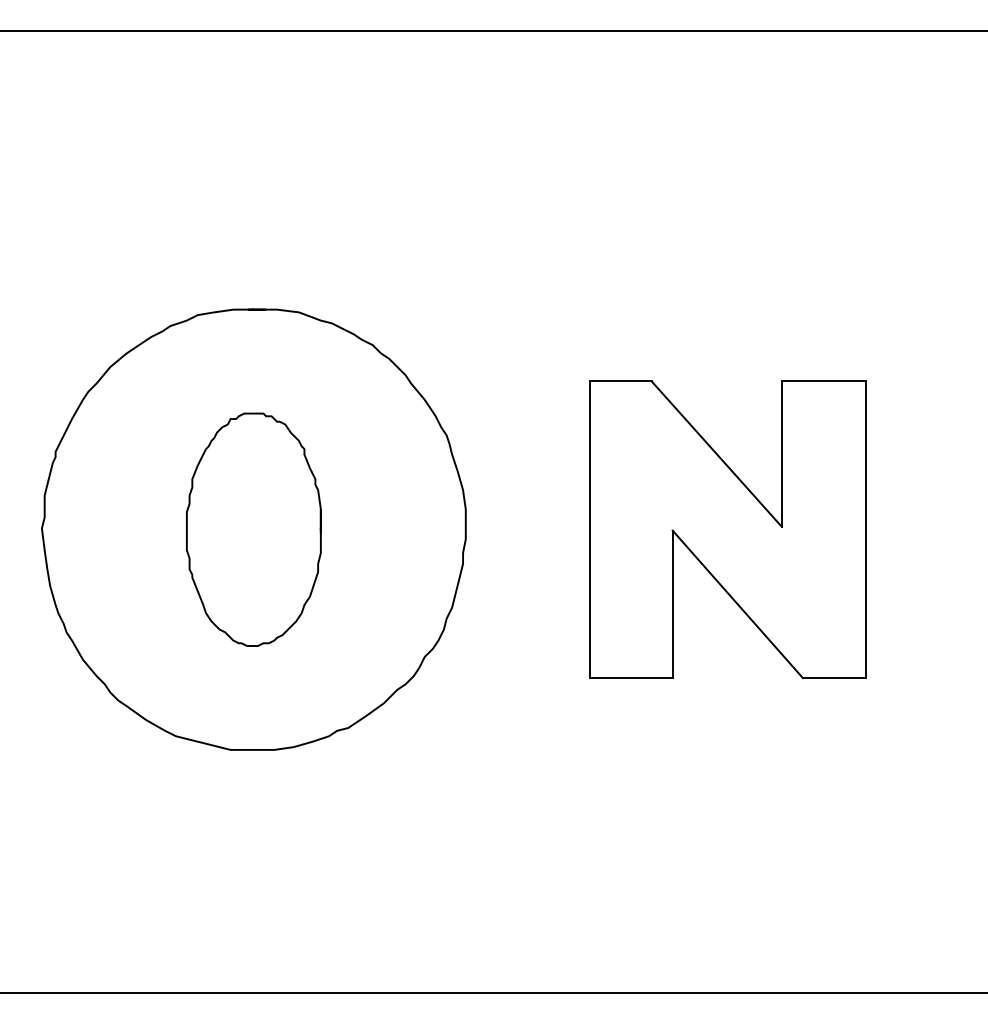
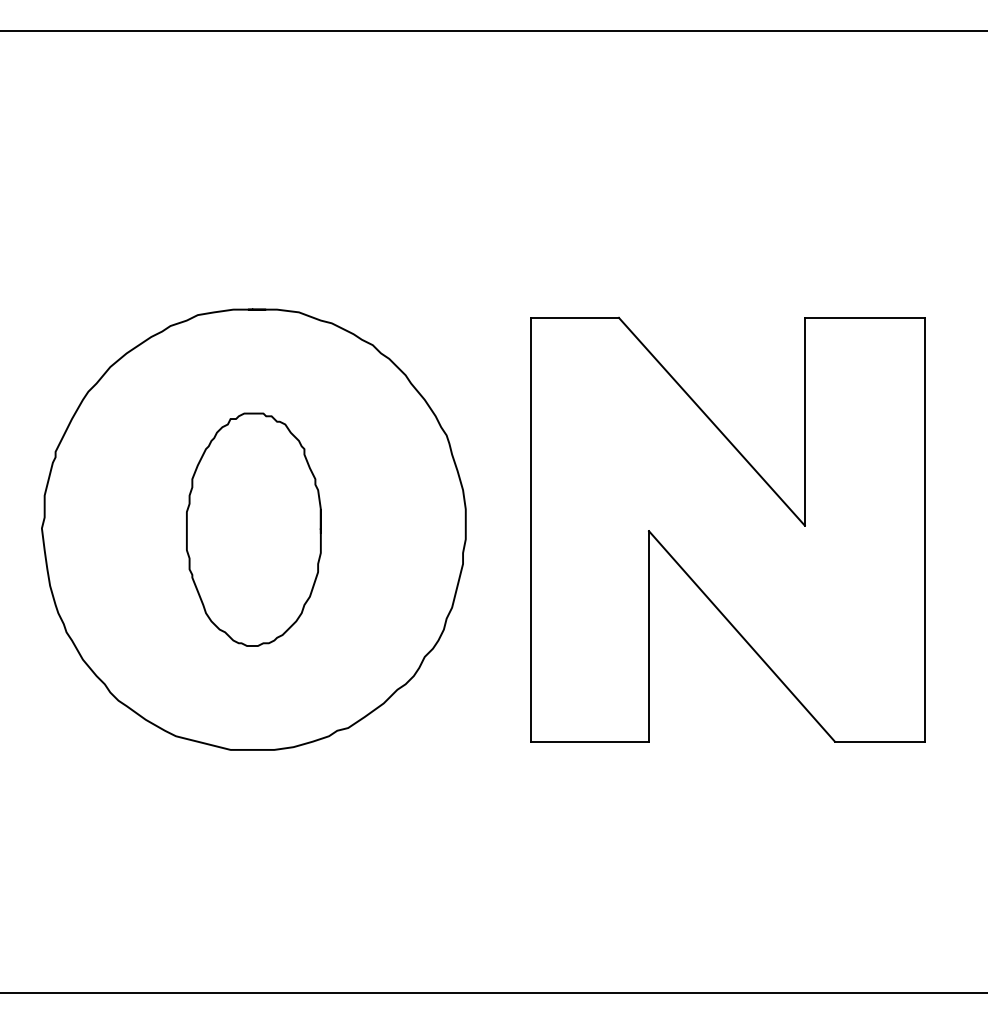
part at (727, 529) size: 278x300 px -> 396x427 px
